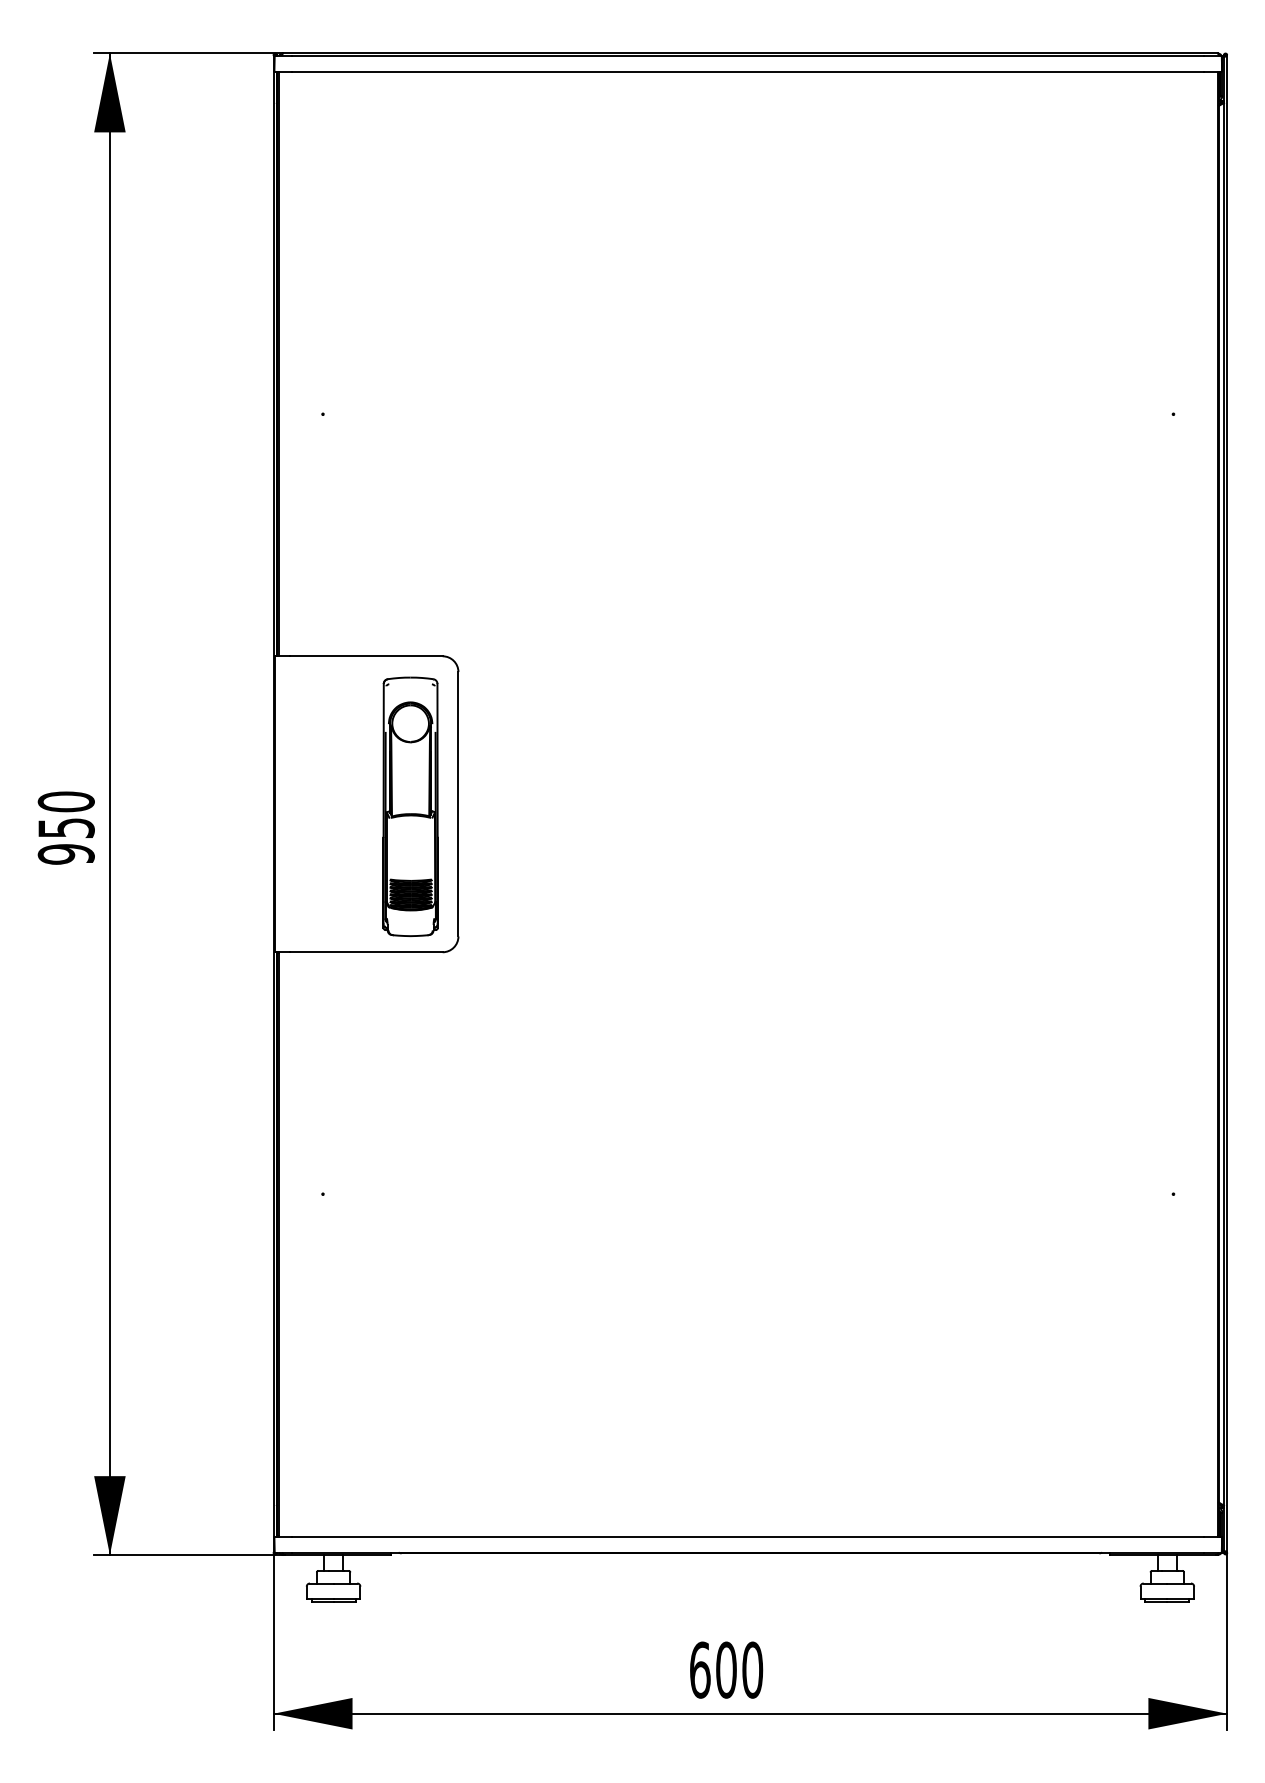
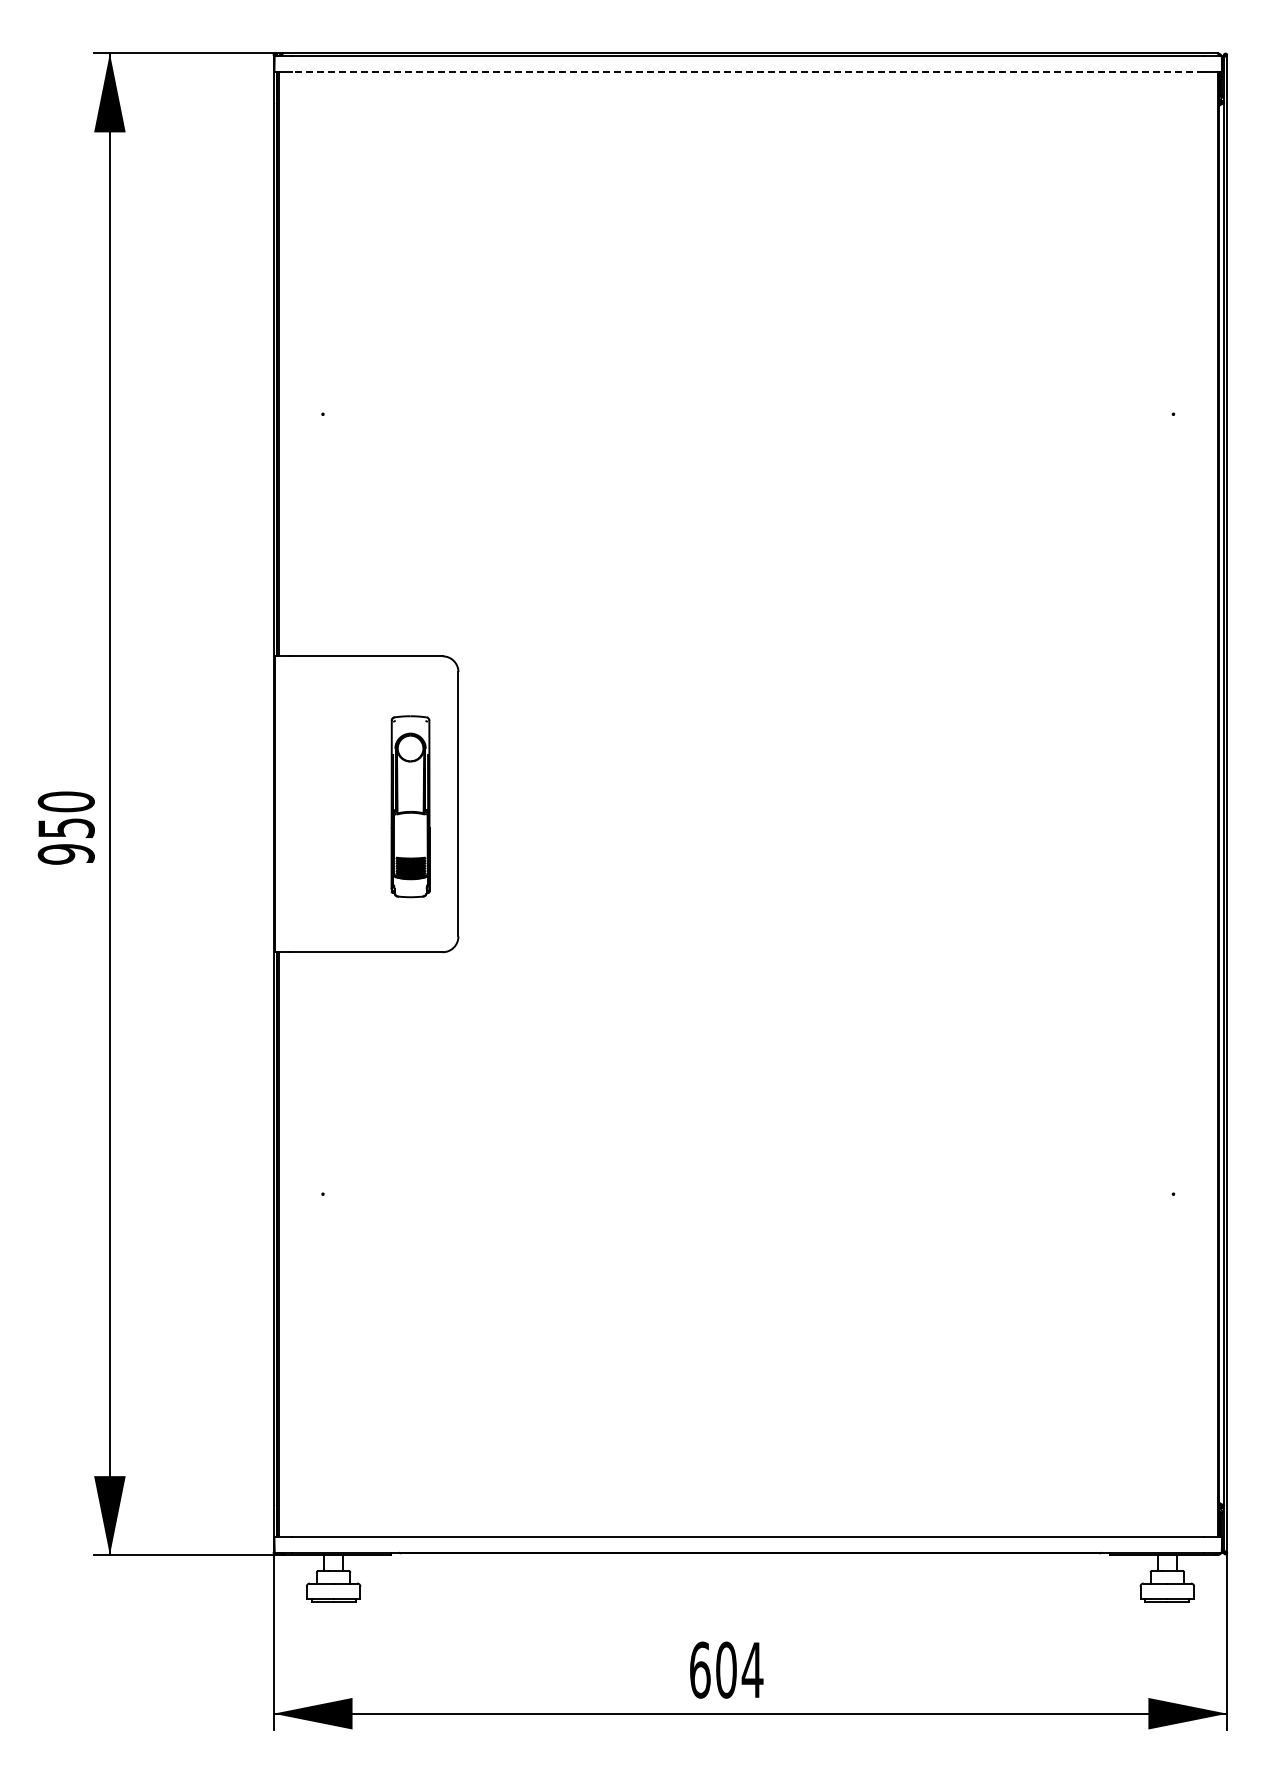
line at (747, 71): solid -> dashed
part at (410, 806) size: 57x261 px -> 41x184 px
text at (752, 1669): 600 -> 604
